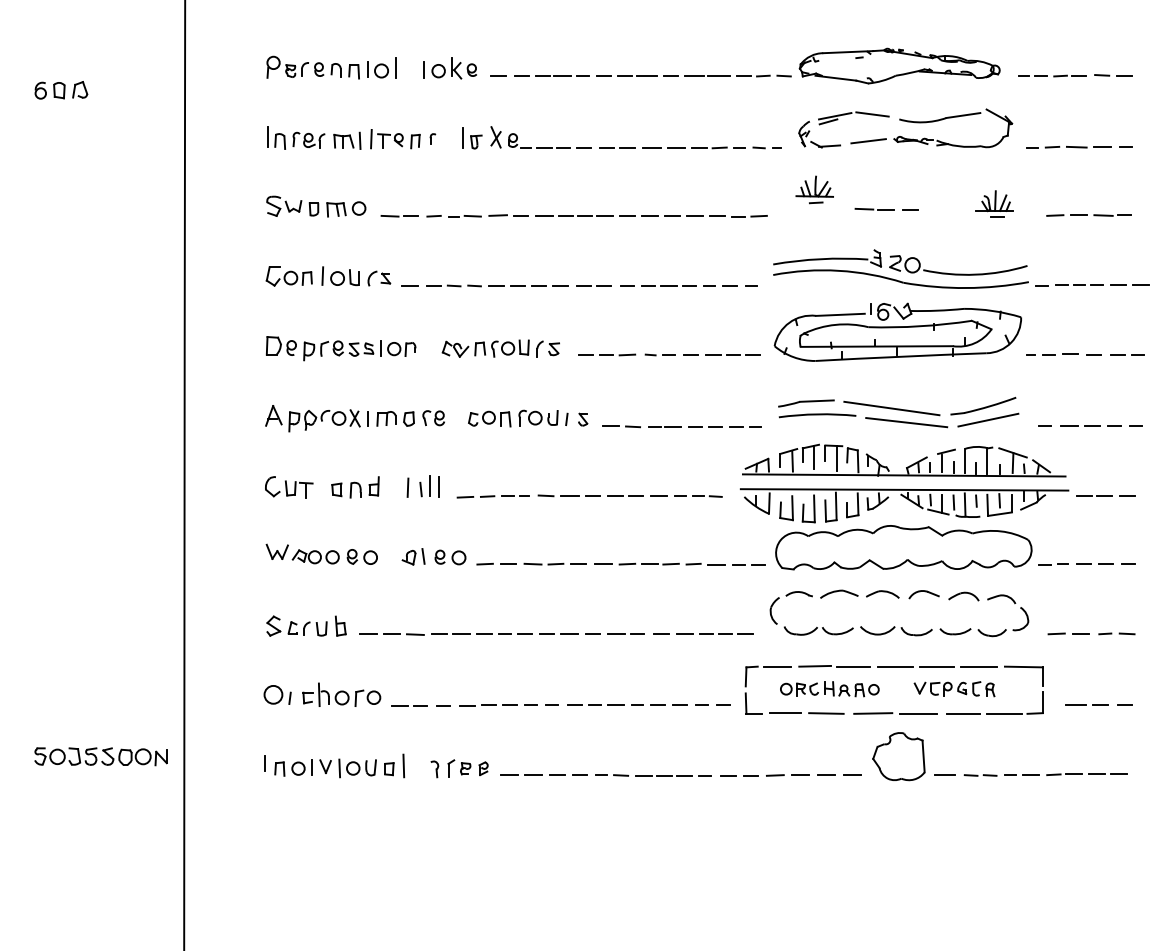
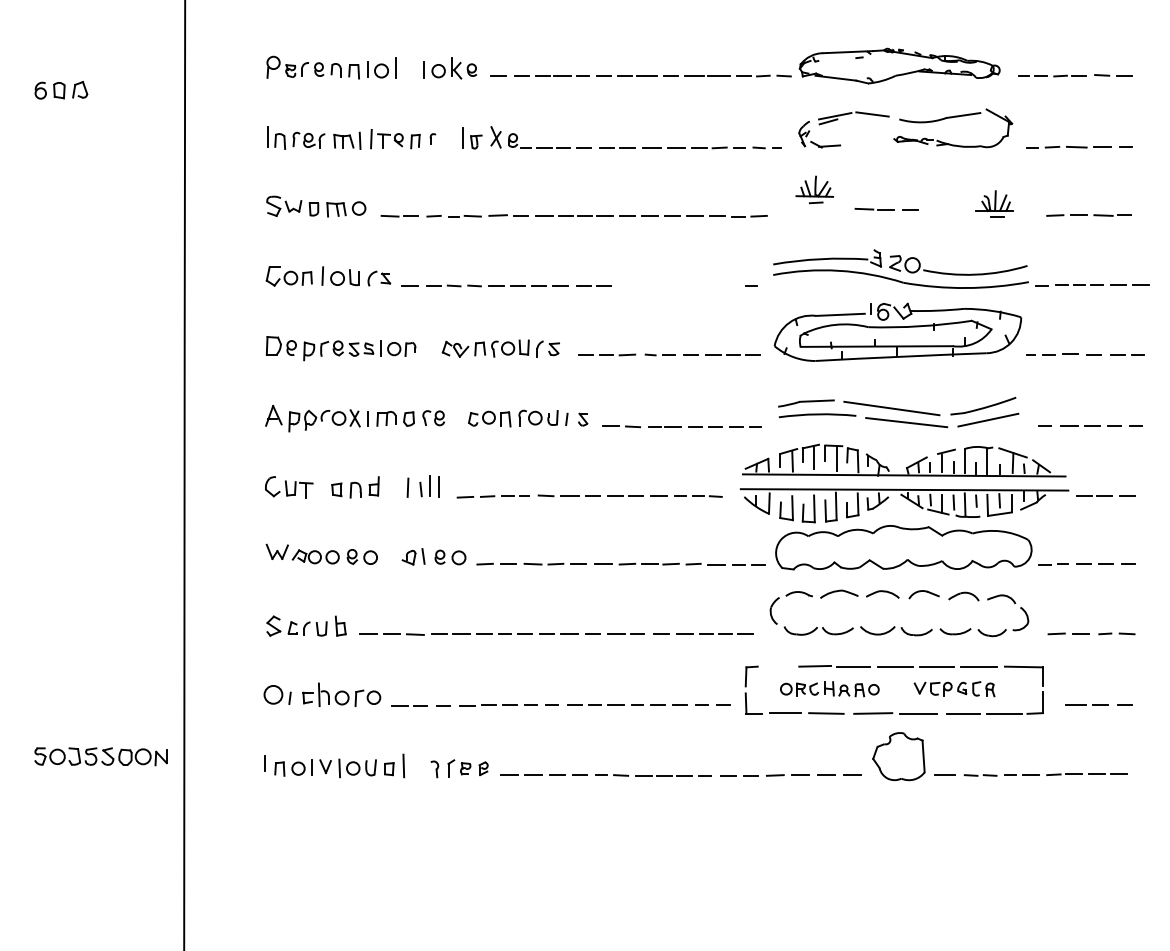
line at (868, 141): present -> none
line at (677, 285): present -> none
line at (777, 666): present -> none
